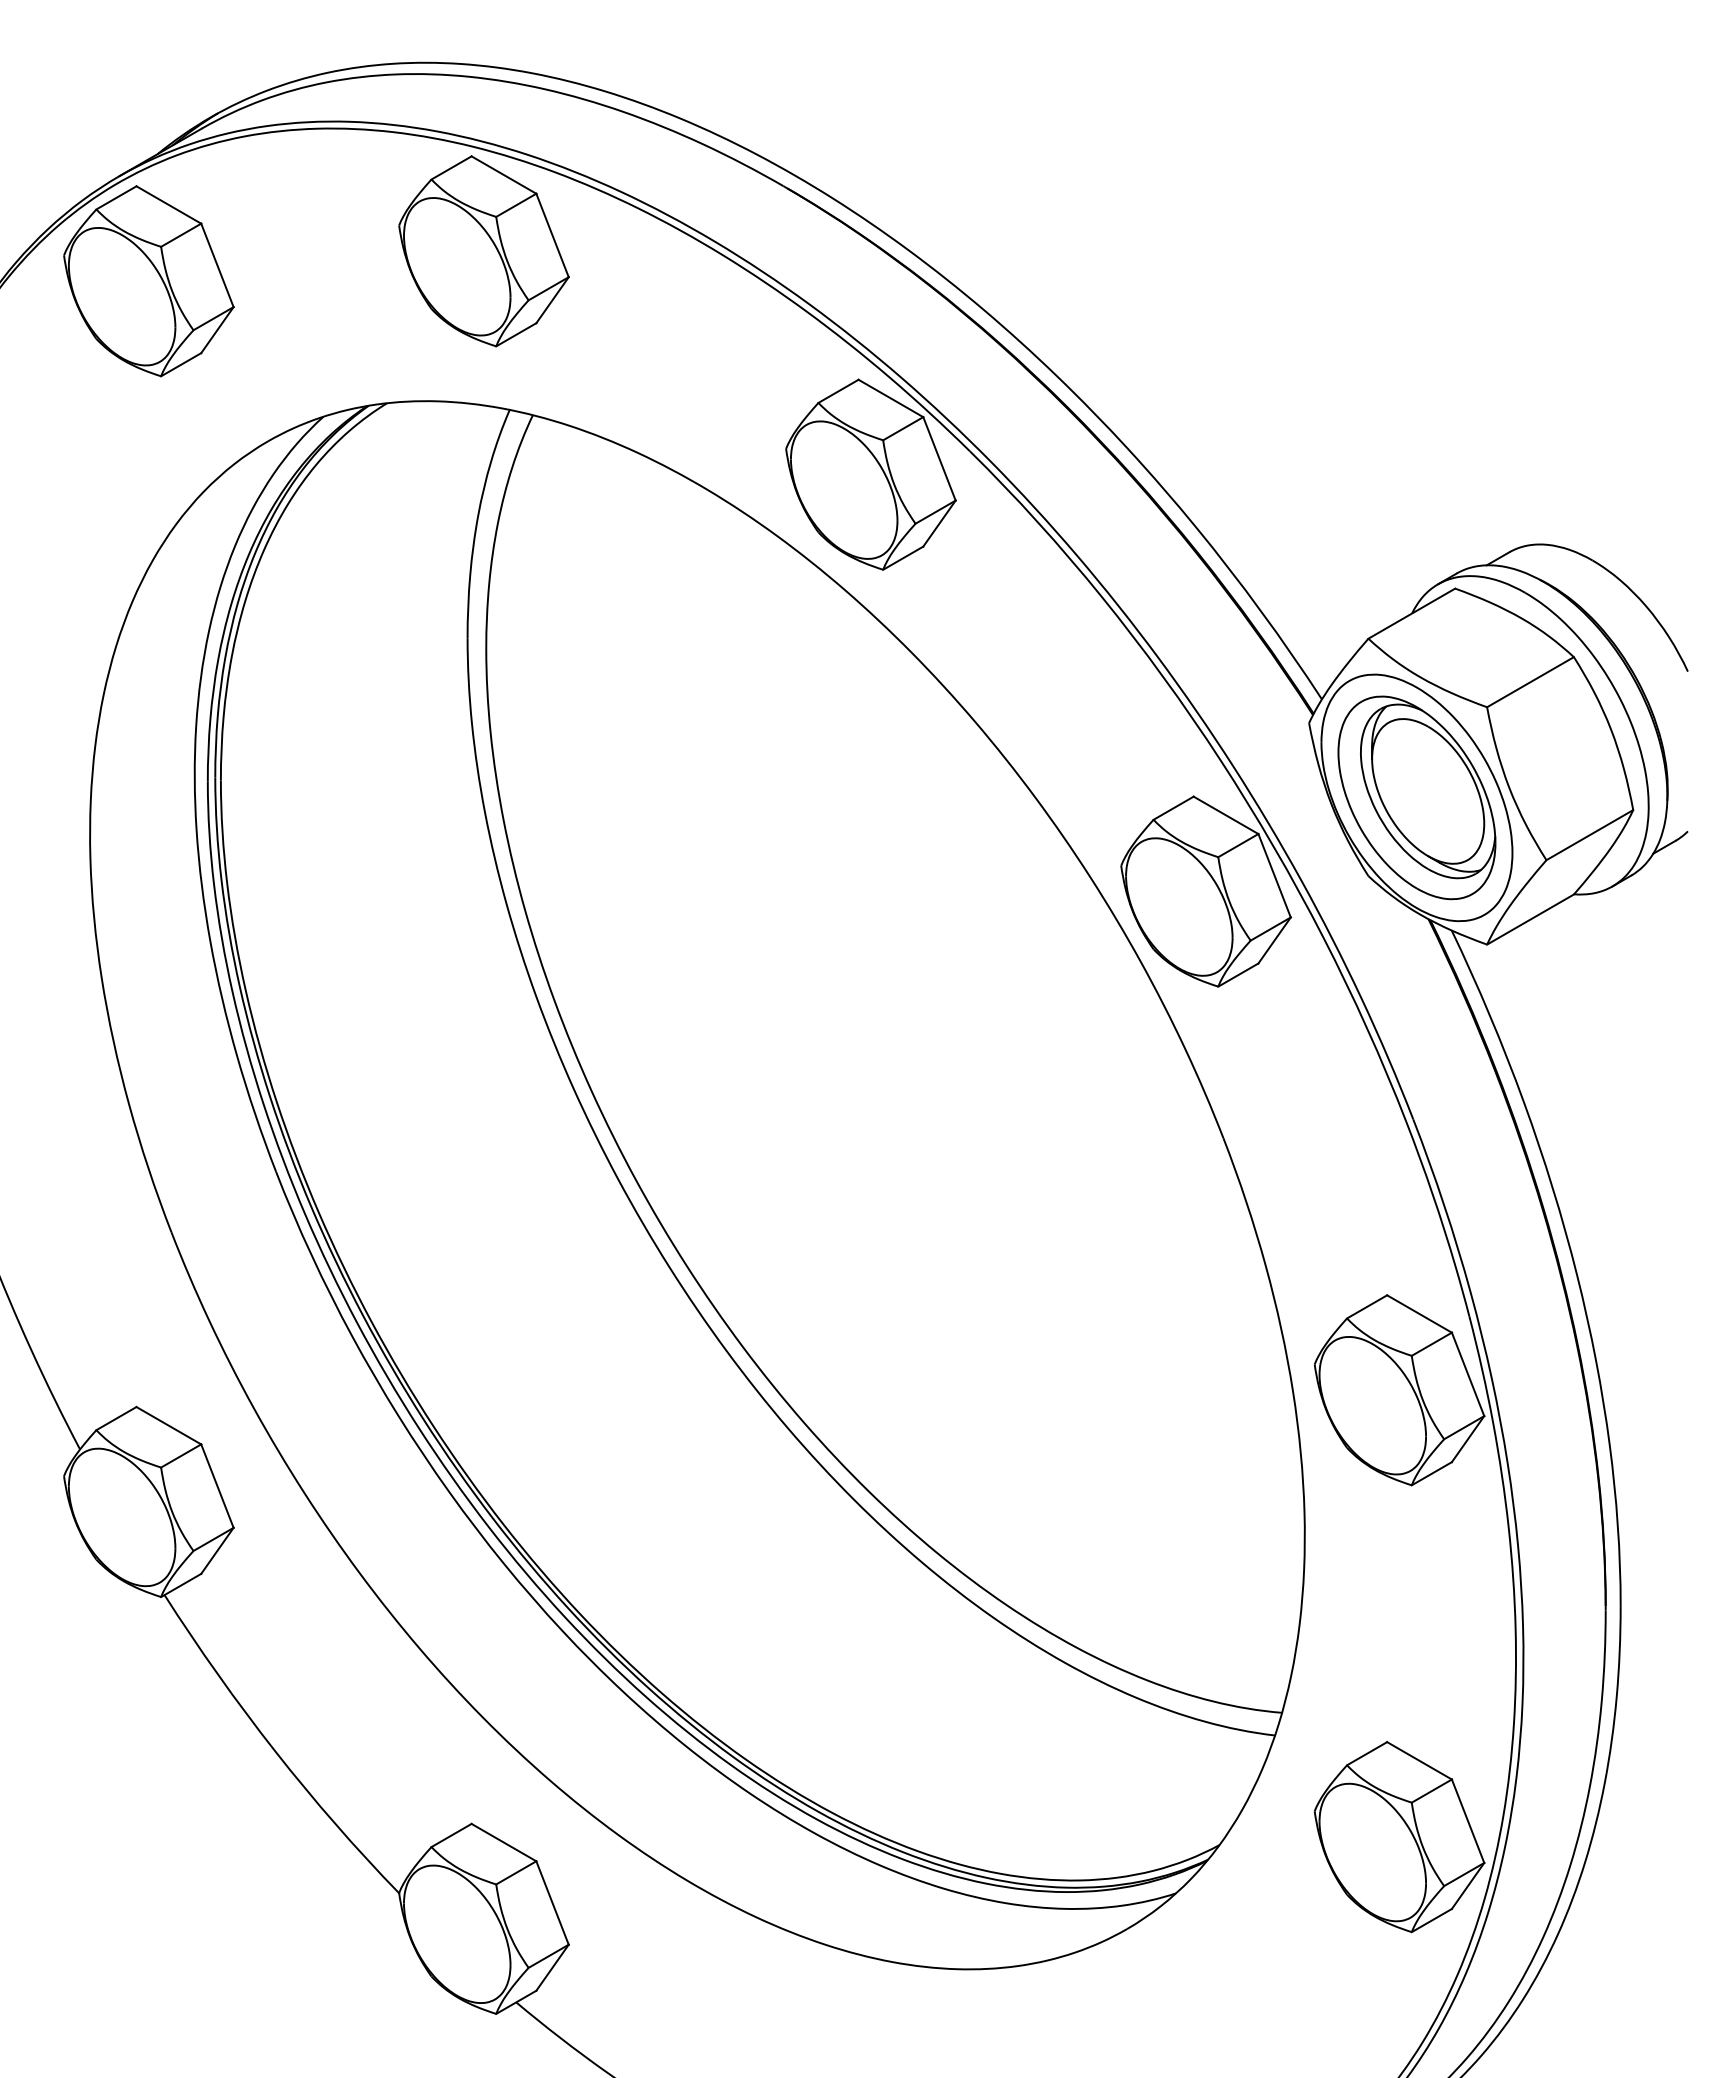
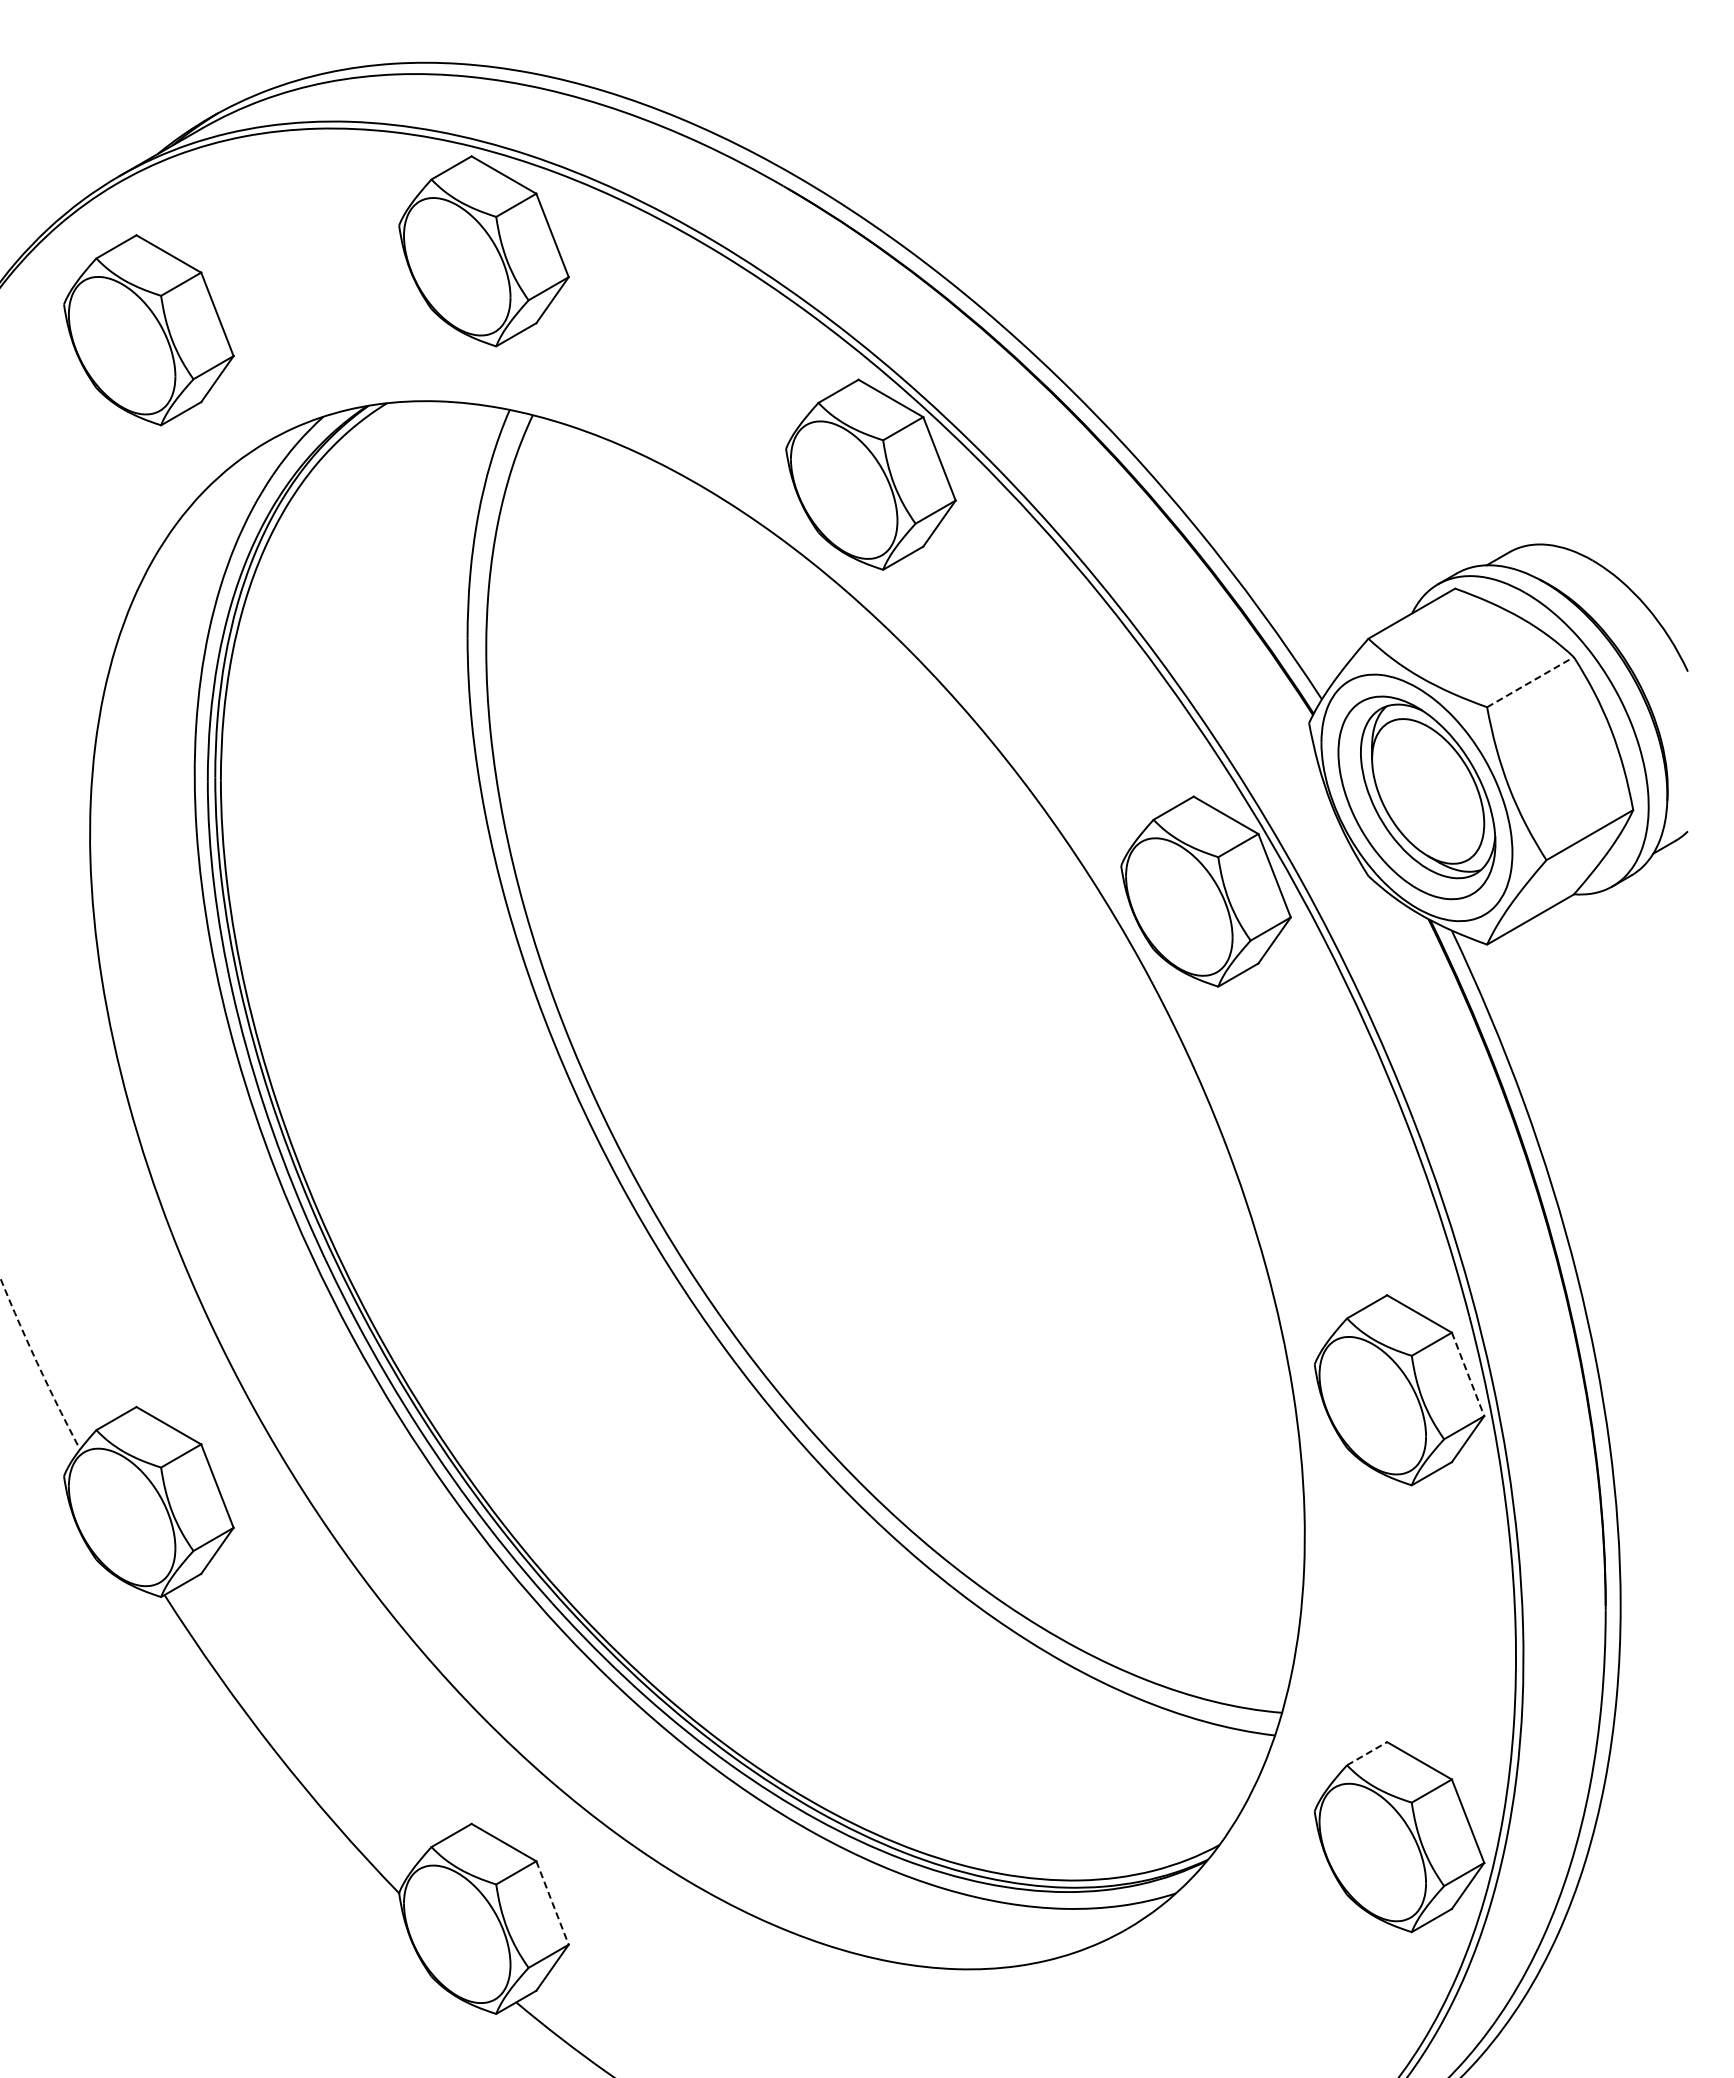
part at (148, 281) position: (148, 281) -> (148, 330)
line at (1530, 681): solid -> dashed
arc at (38, 1364): solid -> dashed
line at (1468, 1374): solid -> dashed
line at (1367, 1753): solid -> dashed
line at (552, 1903): solid -> dashed
